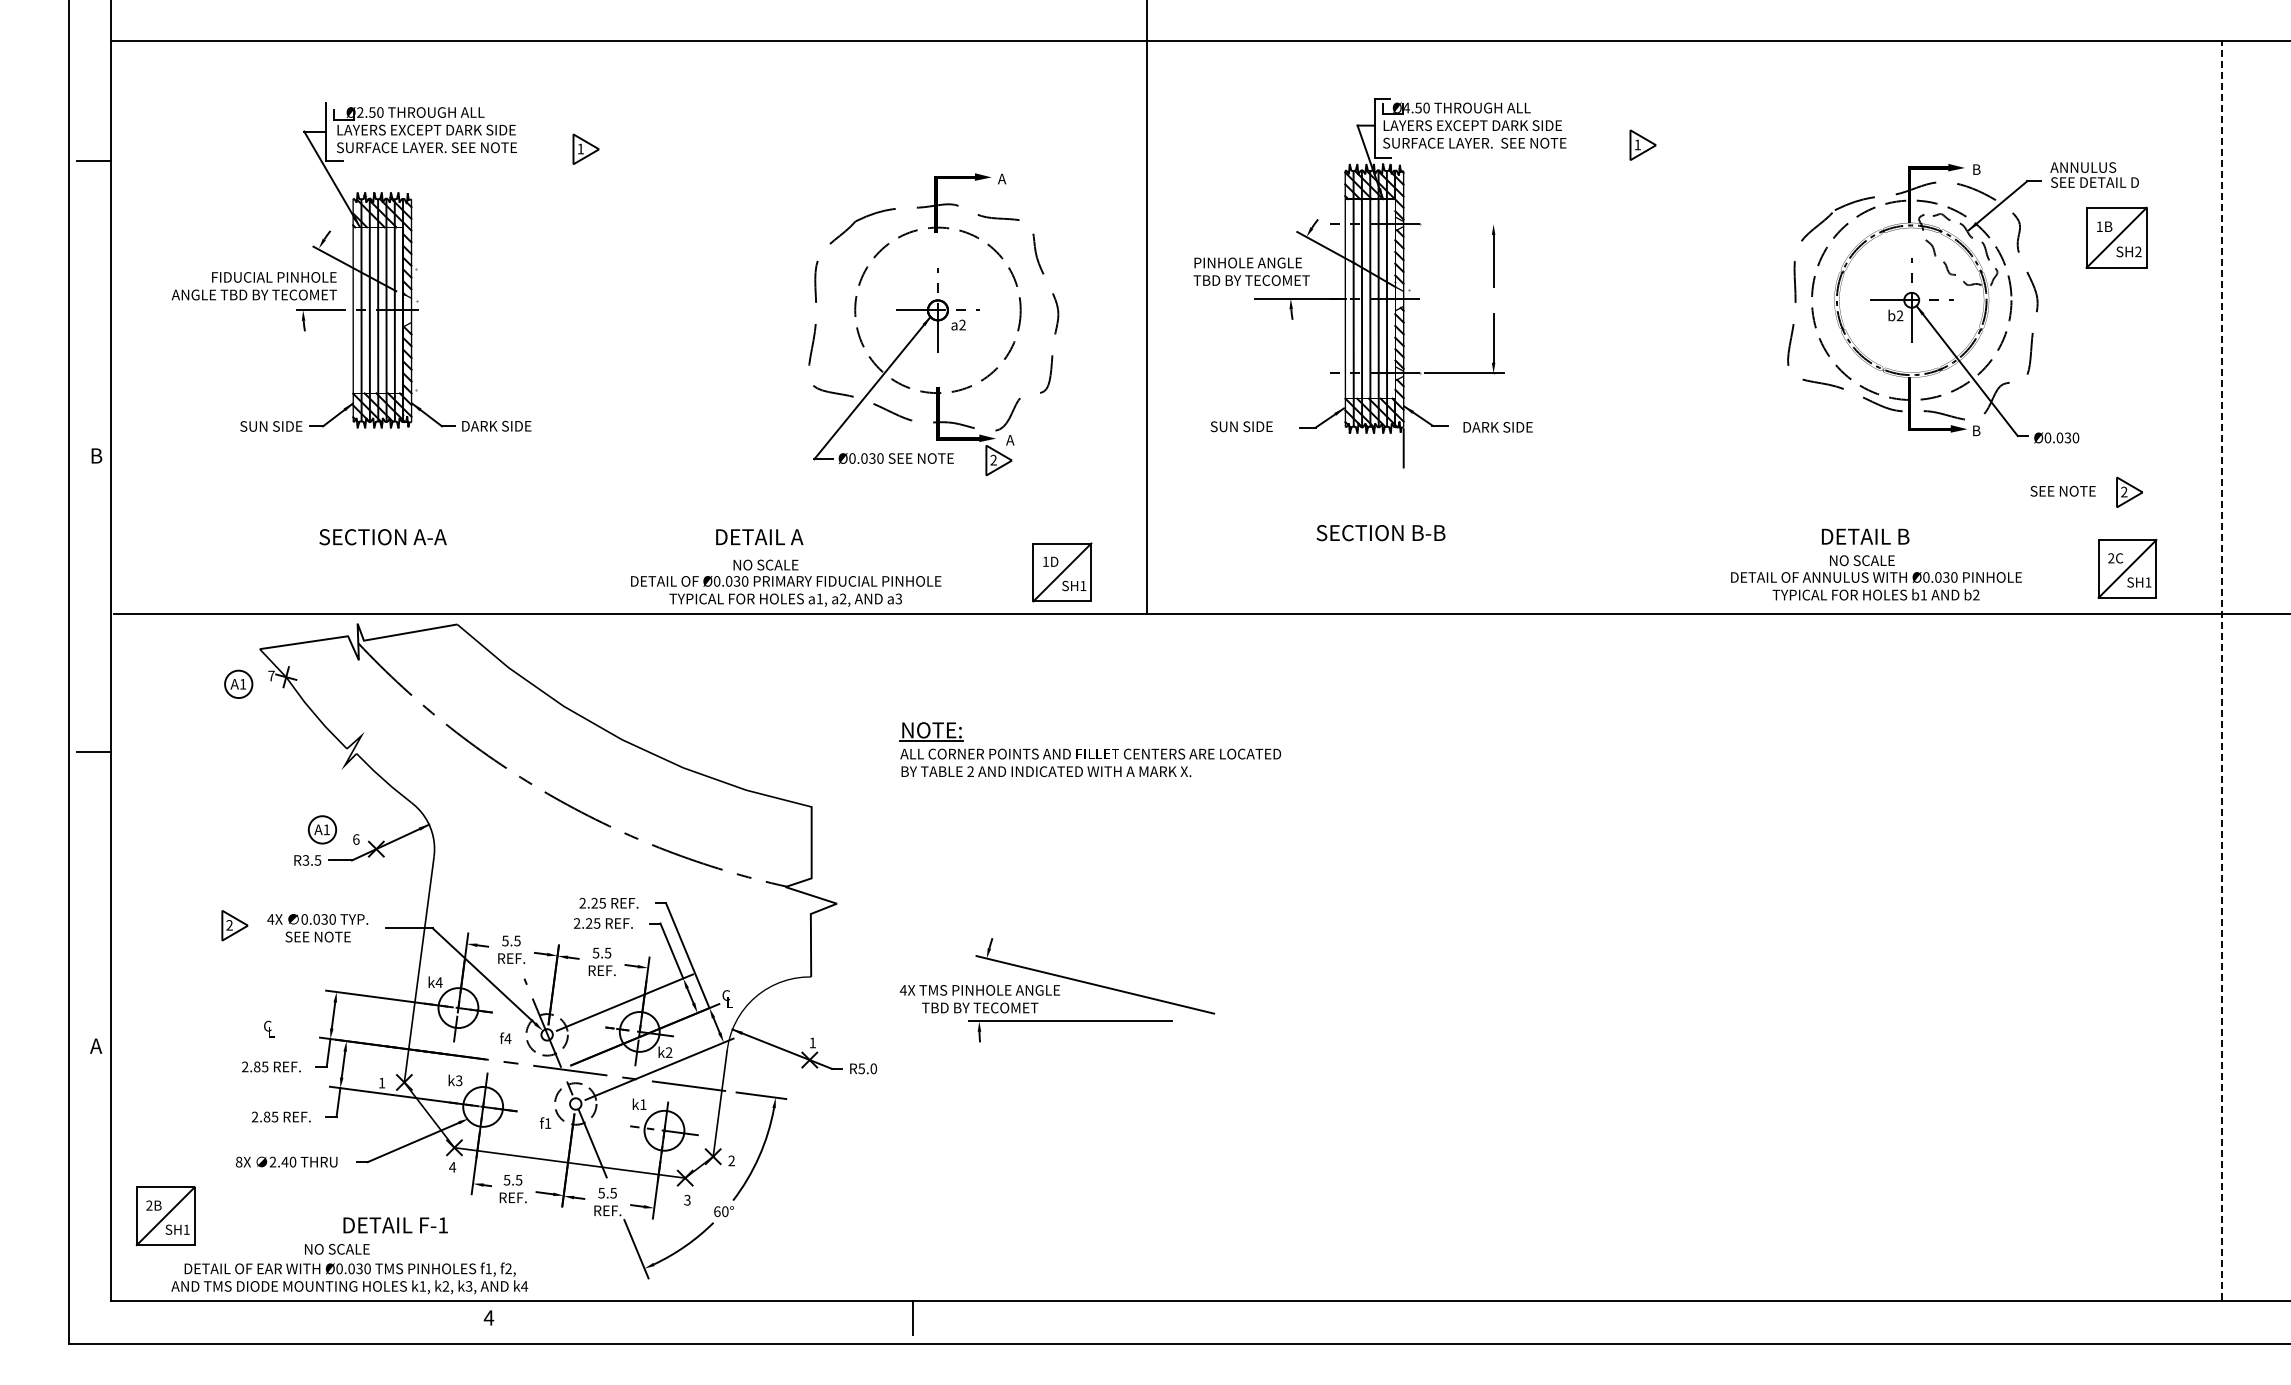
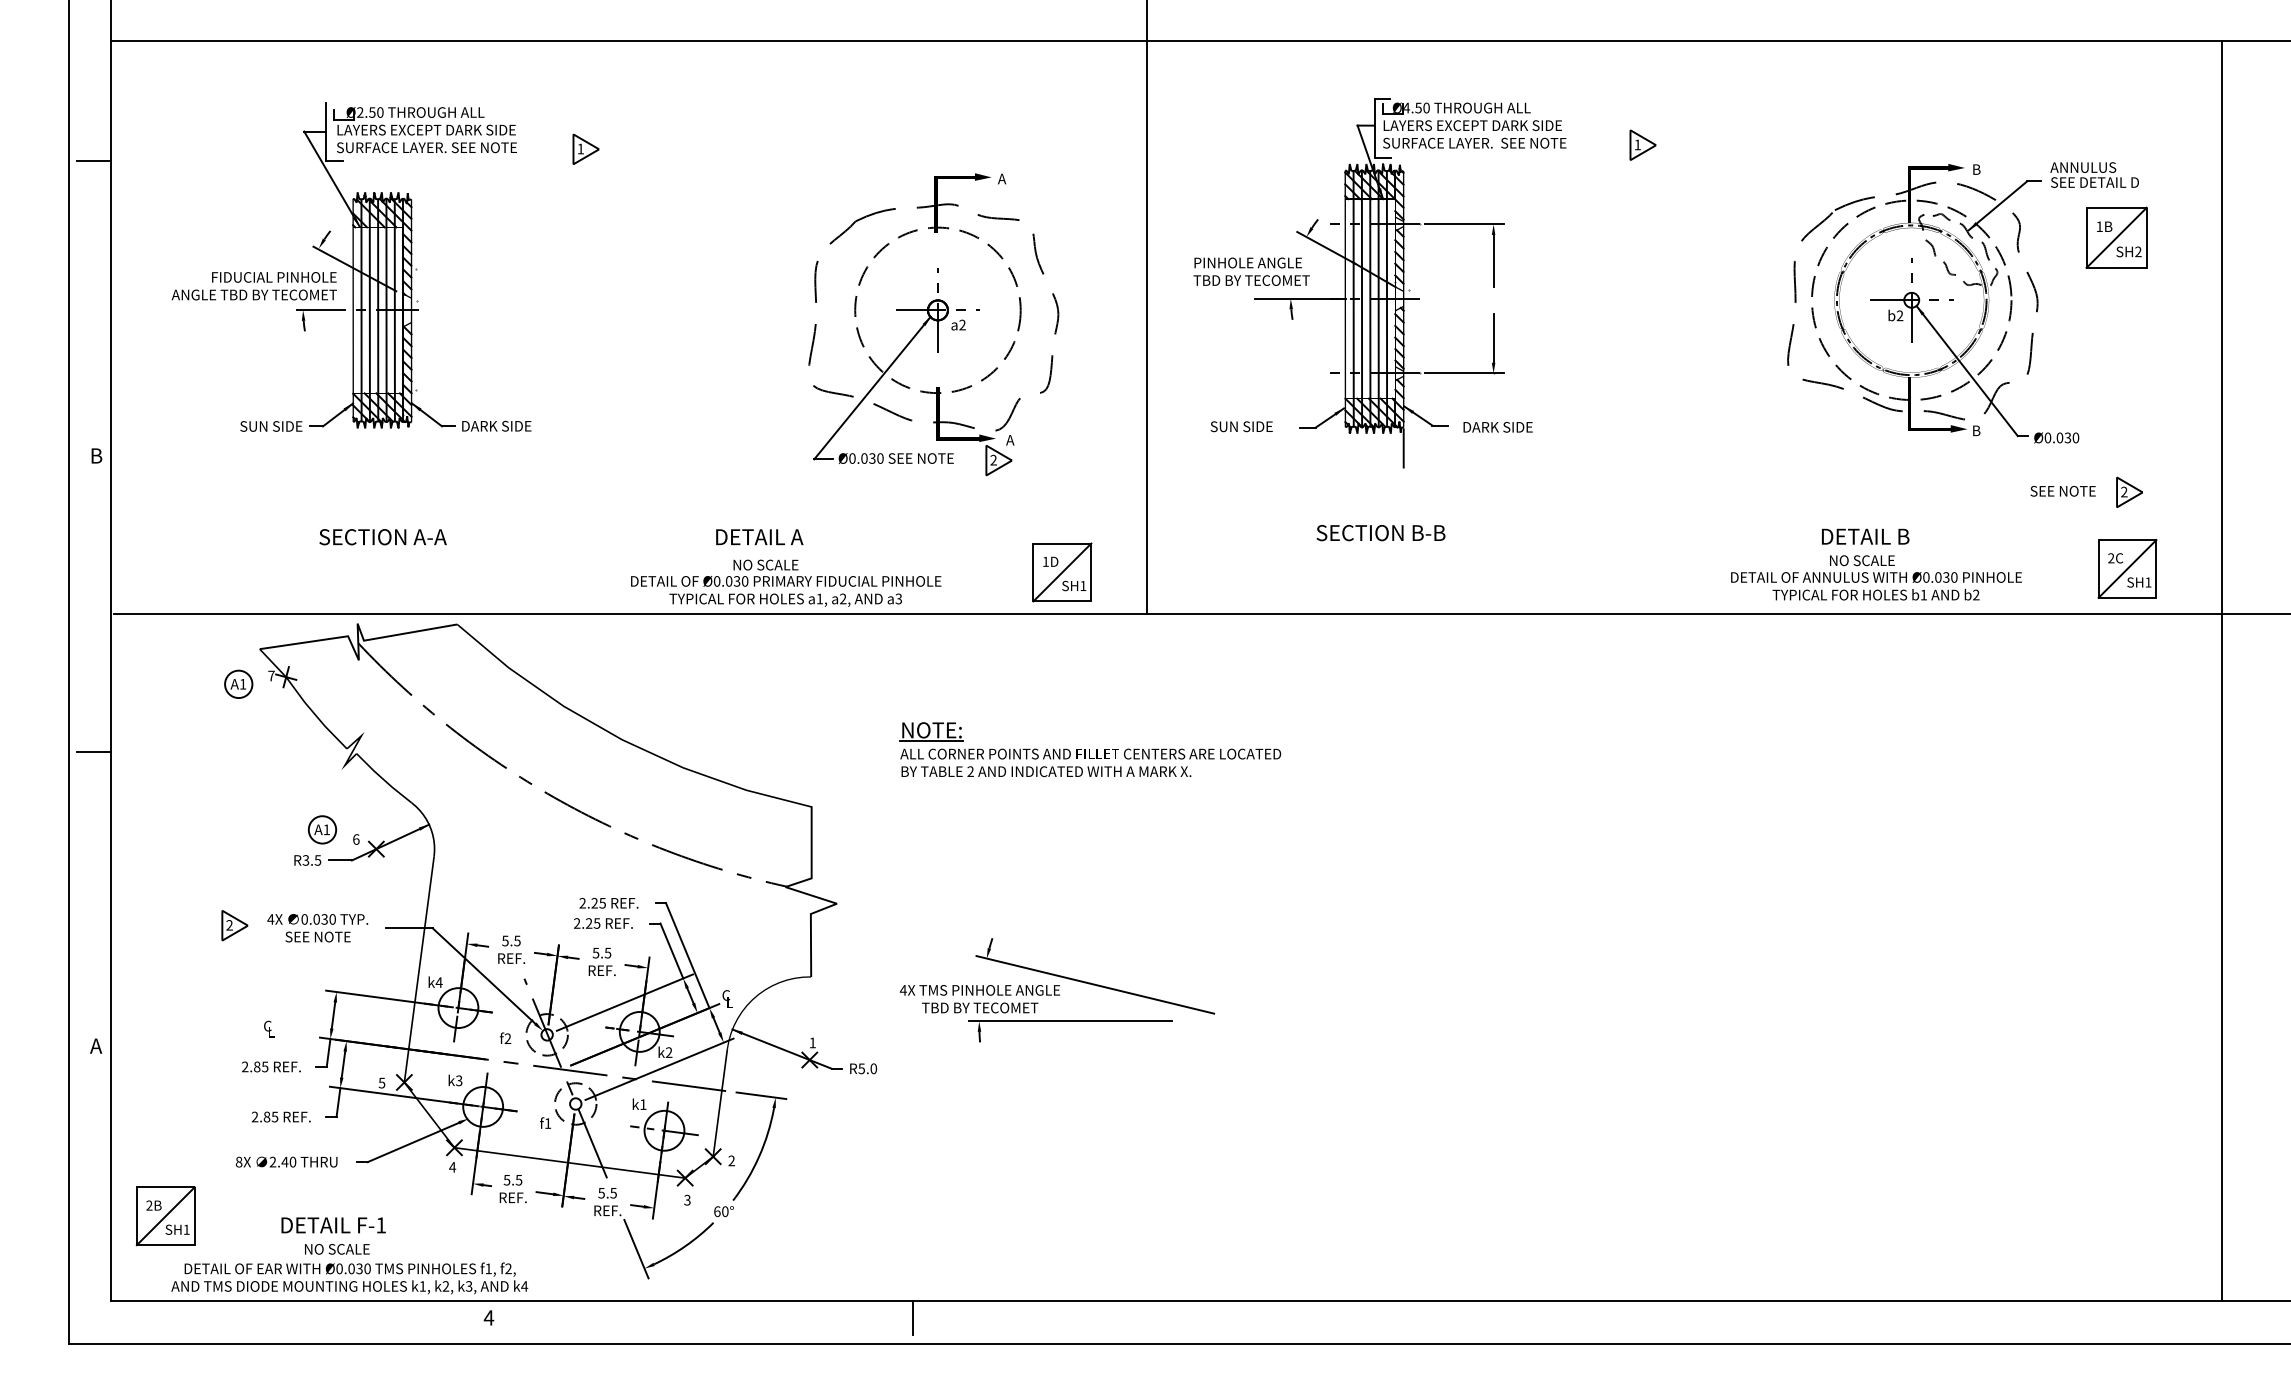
line at (1464, 224): none -> present
line at (2222, 670): dashed -> solid
text at (507, 1038): f4 -> f2
text at (381, 1082): 1 -> 5
text at (395, 1225) position: (395, 1225) -> (333, 1225)
